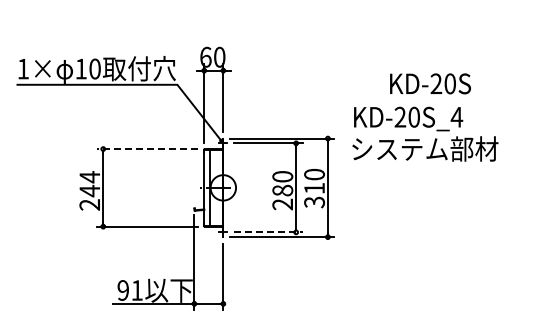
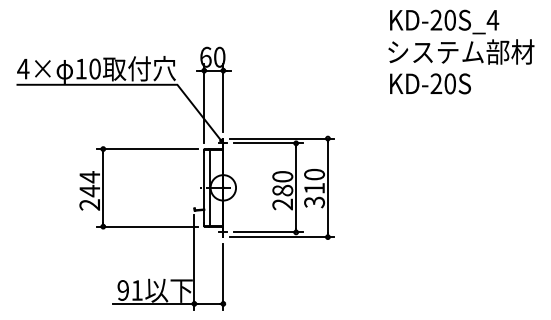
text at (23, 69): 1× -> 4×
text at (425, 133) position: (425, 133) -> (461, 36)
line at (147, 149): dashed -> solid
line at (268, 232): dashed -> solid
